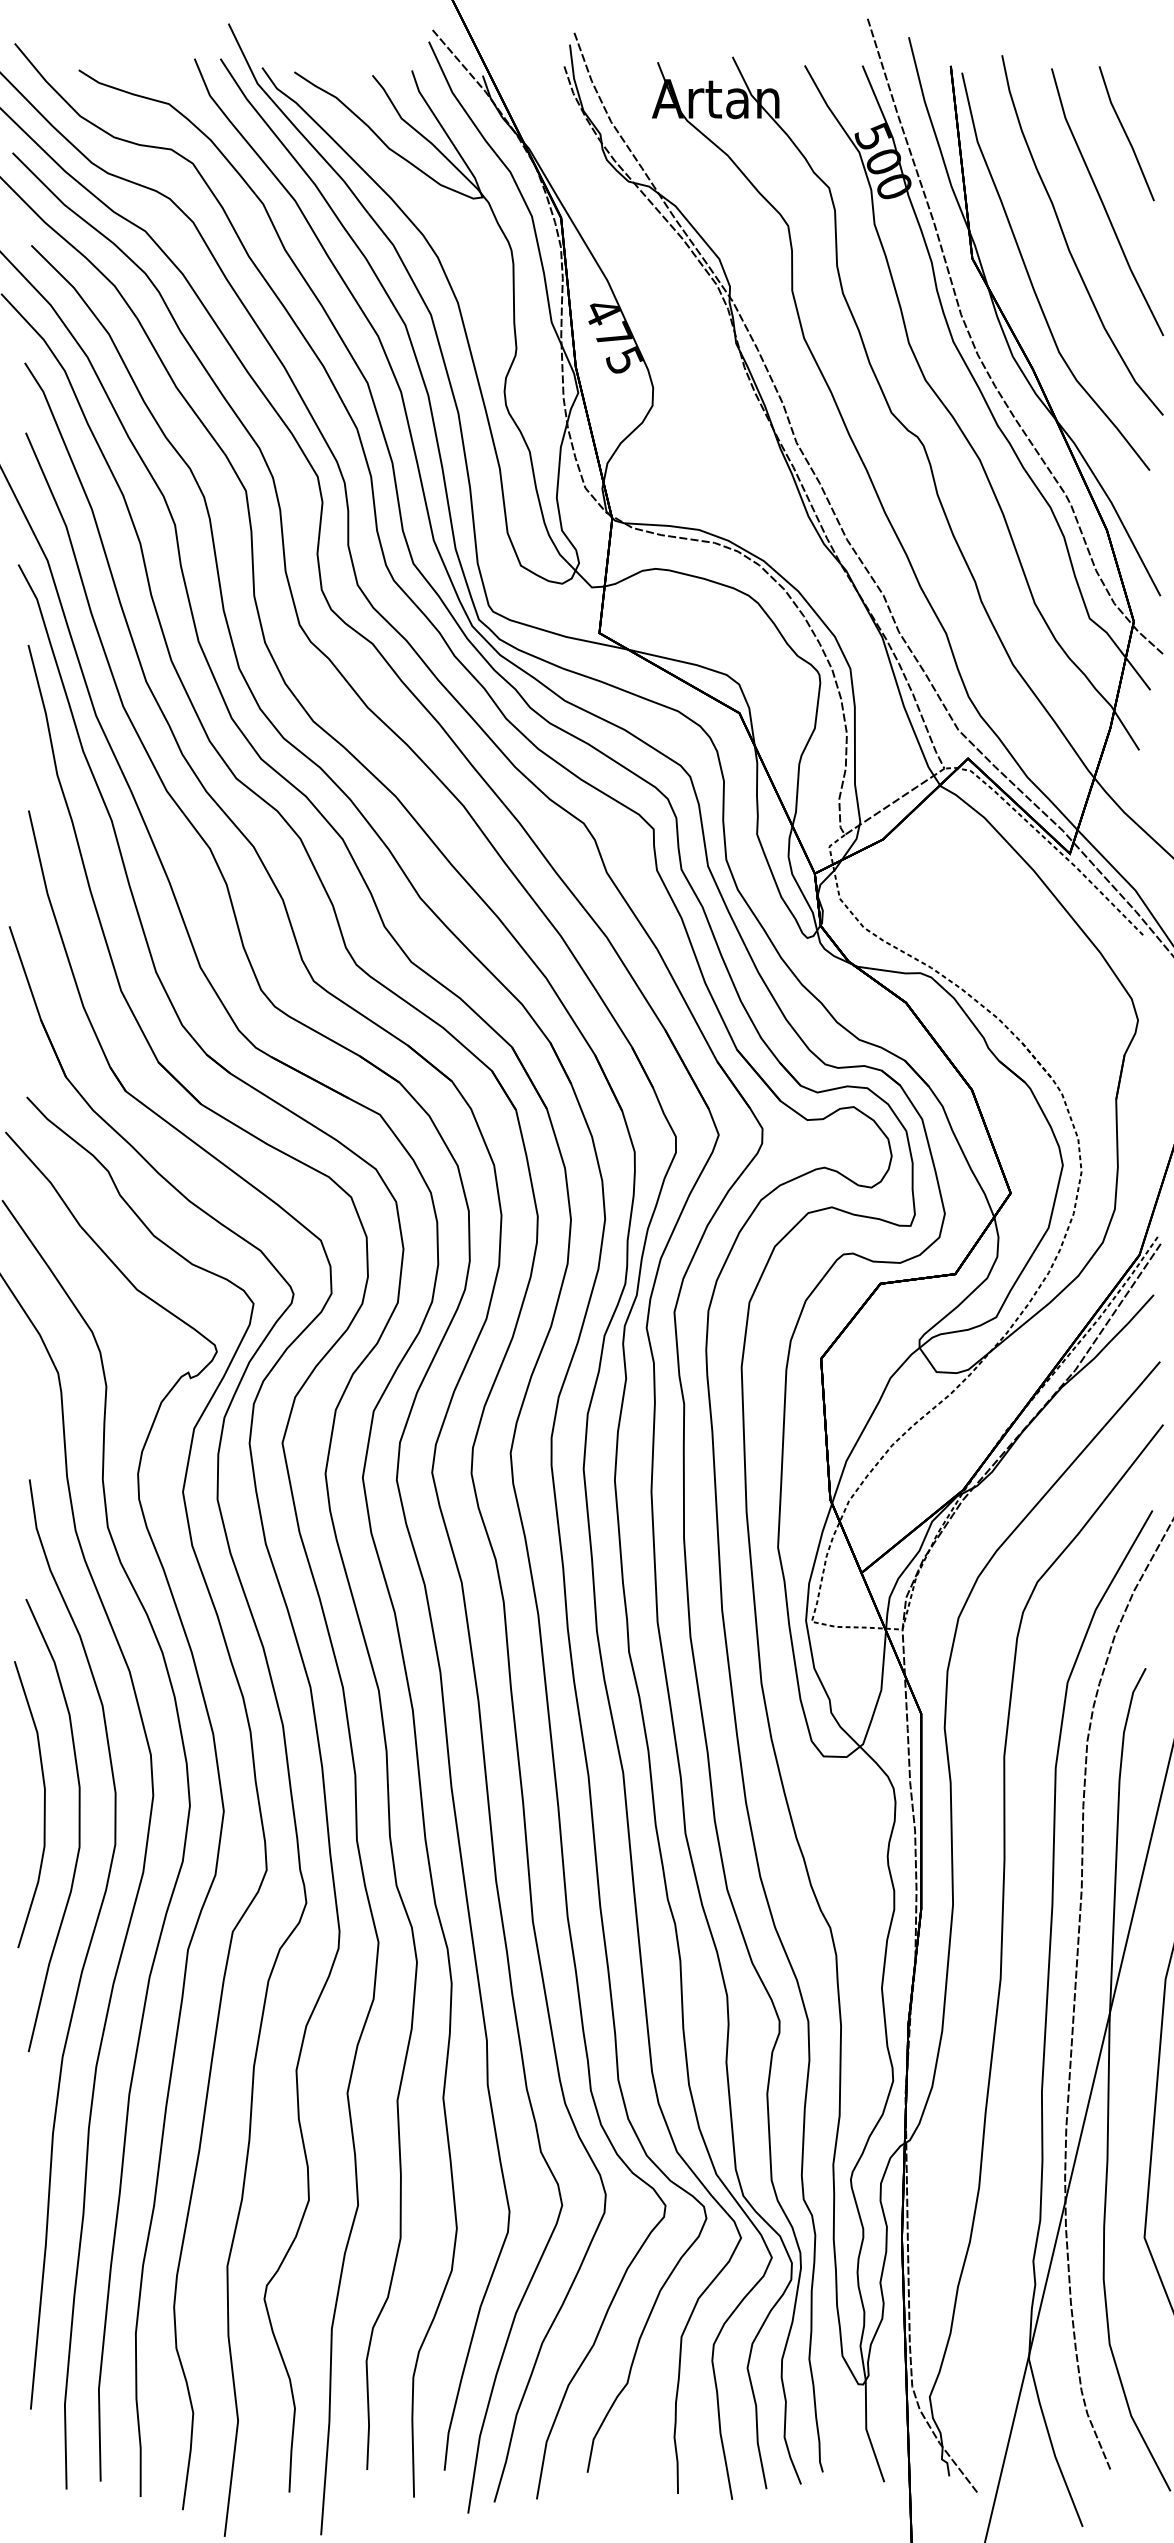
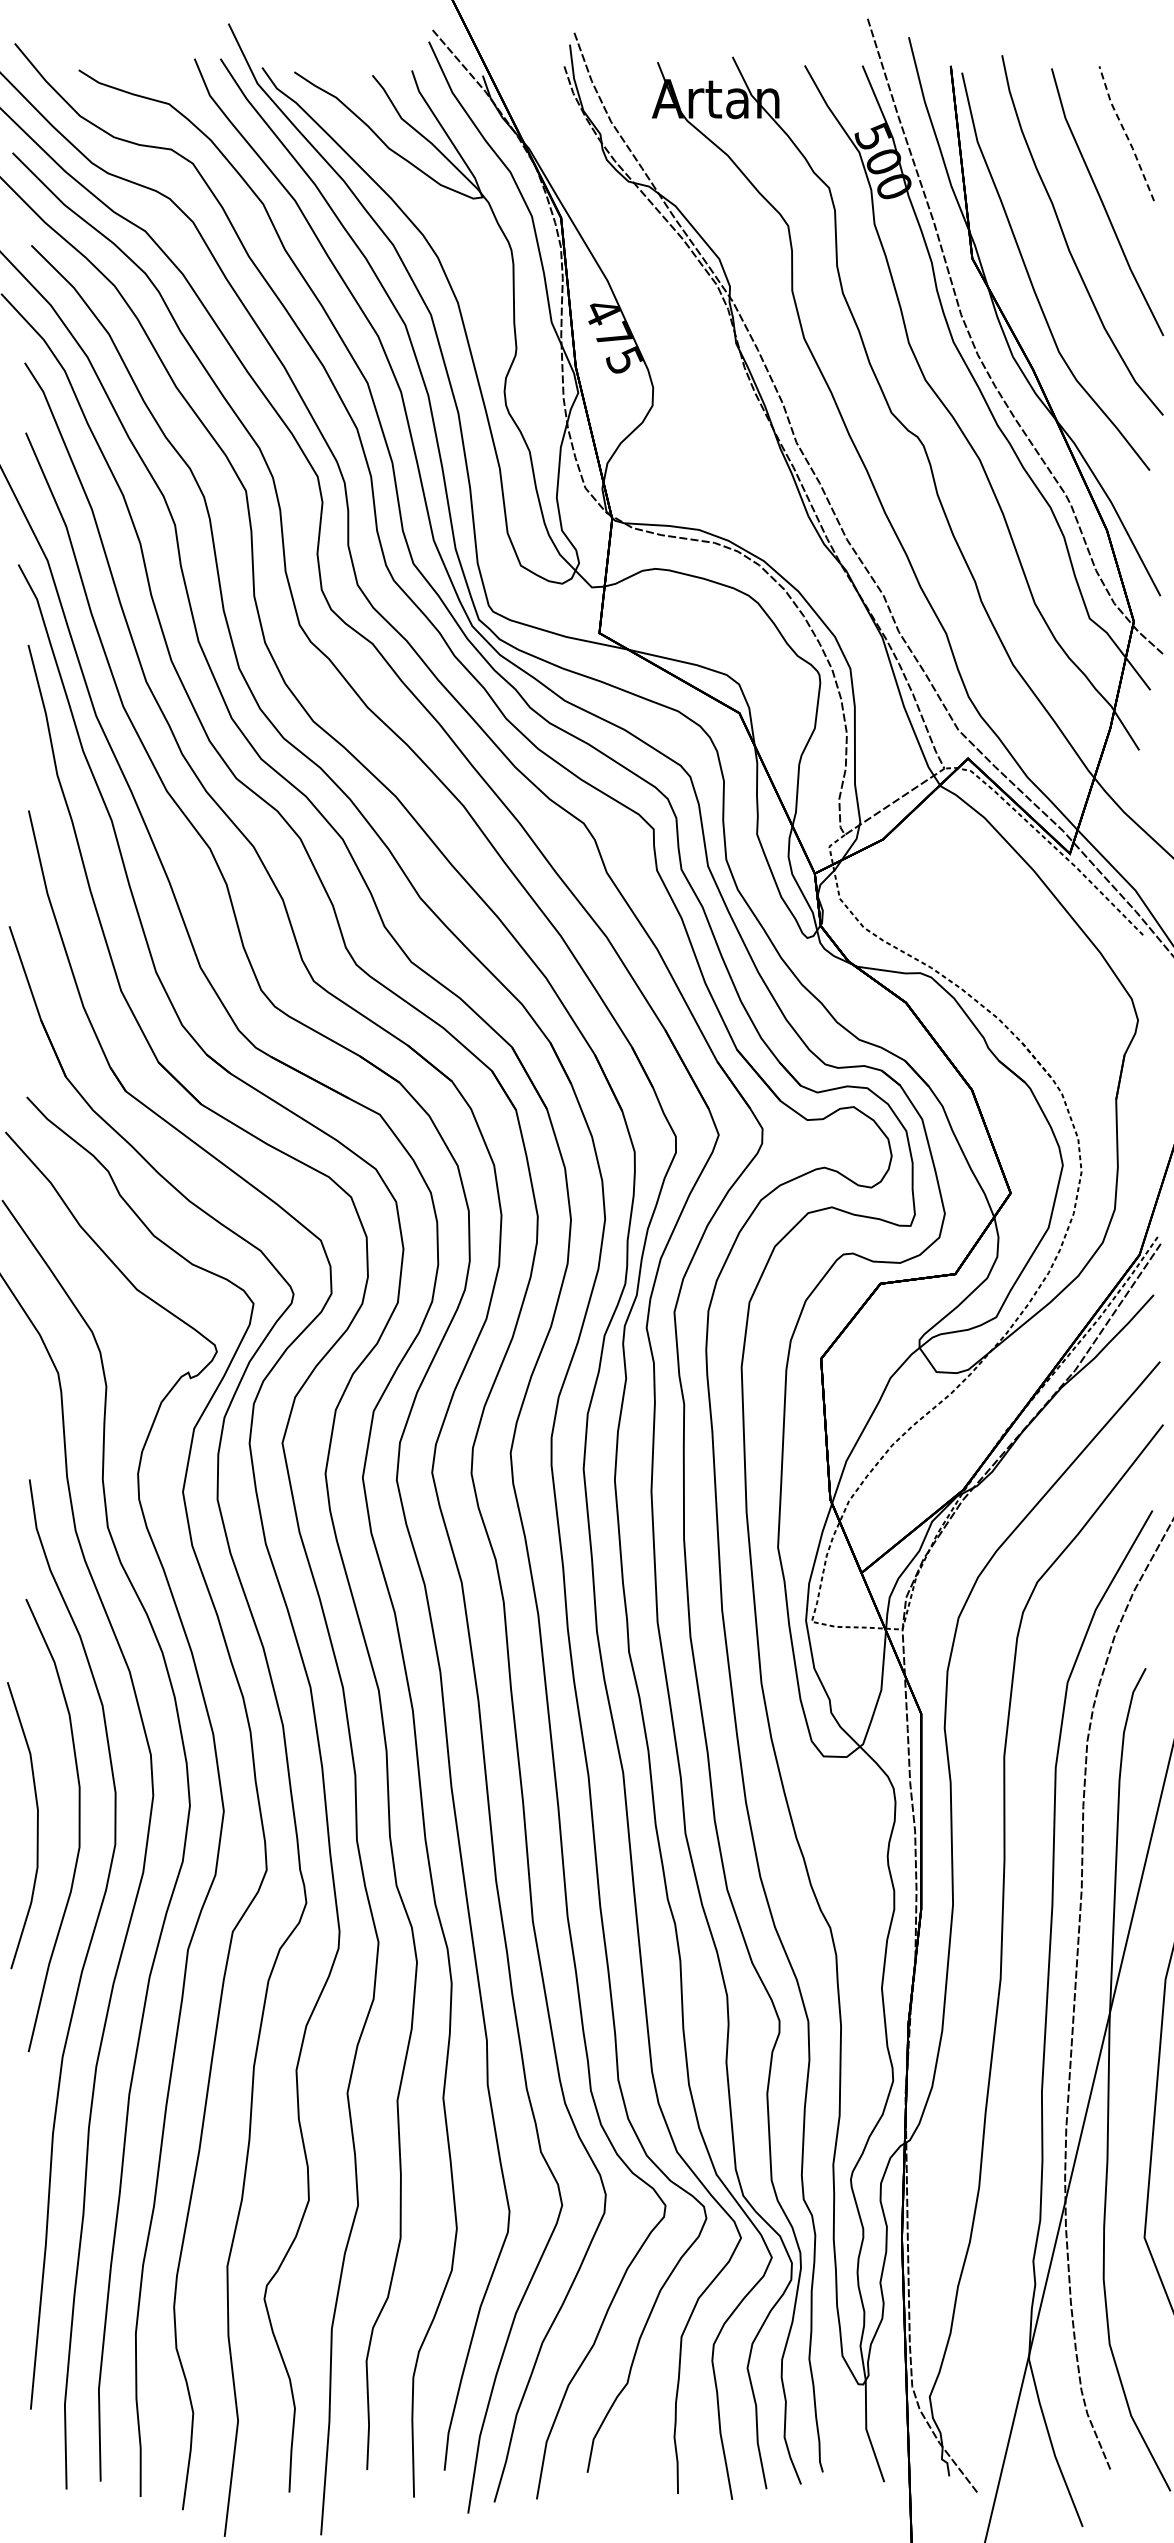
line at (1125, 133): solid -> dashed
curve at (43, 1806) position: (43, 1806) -> (36, 1827)
